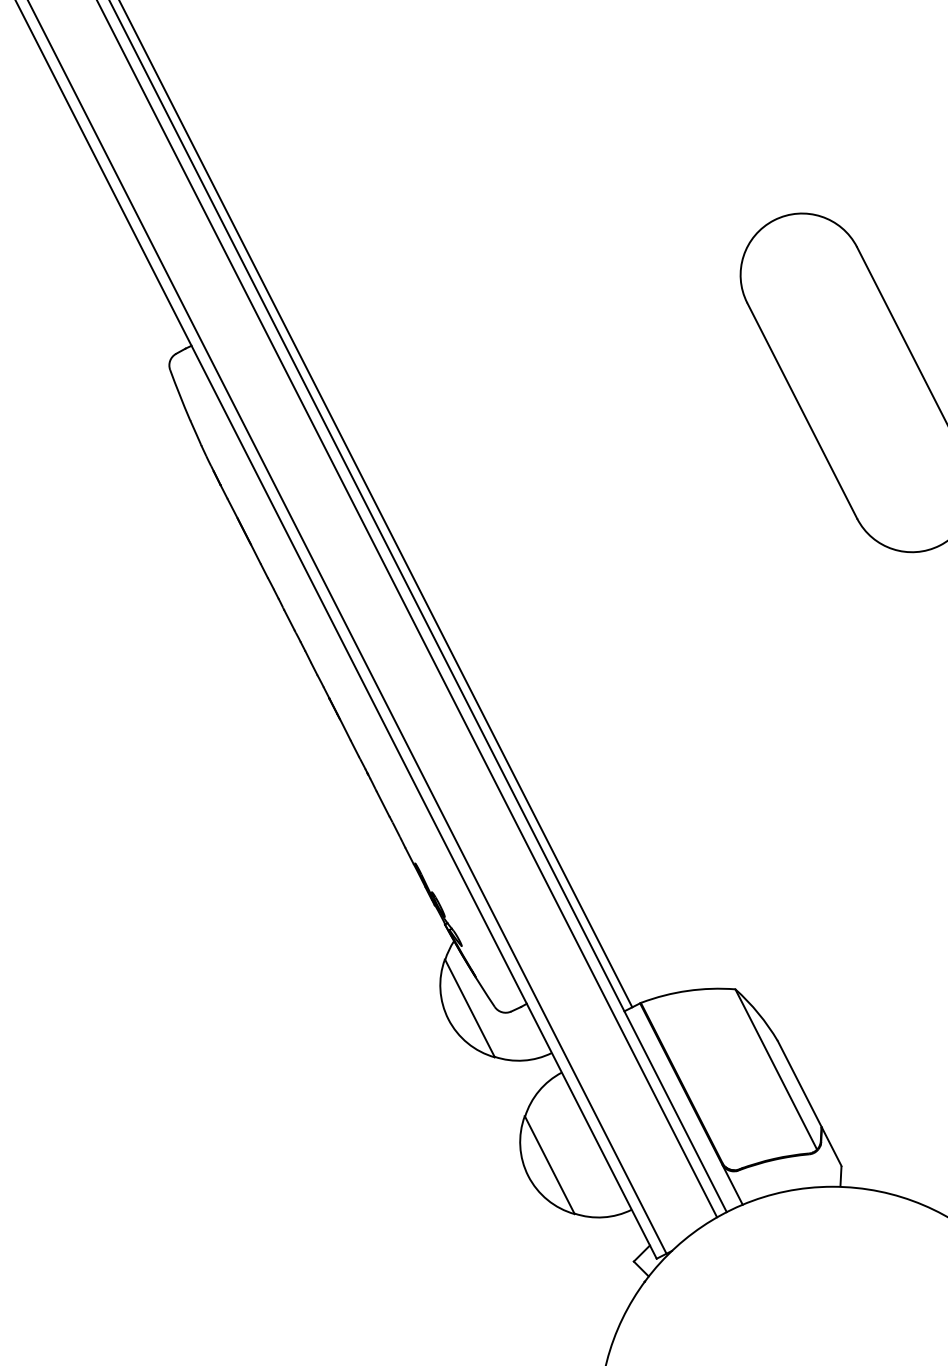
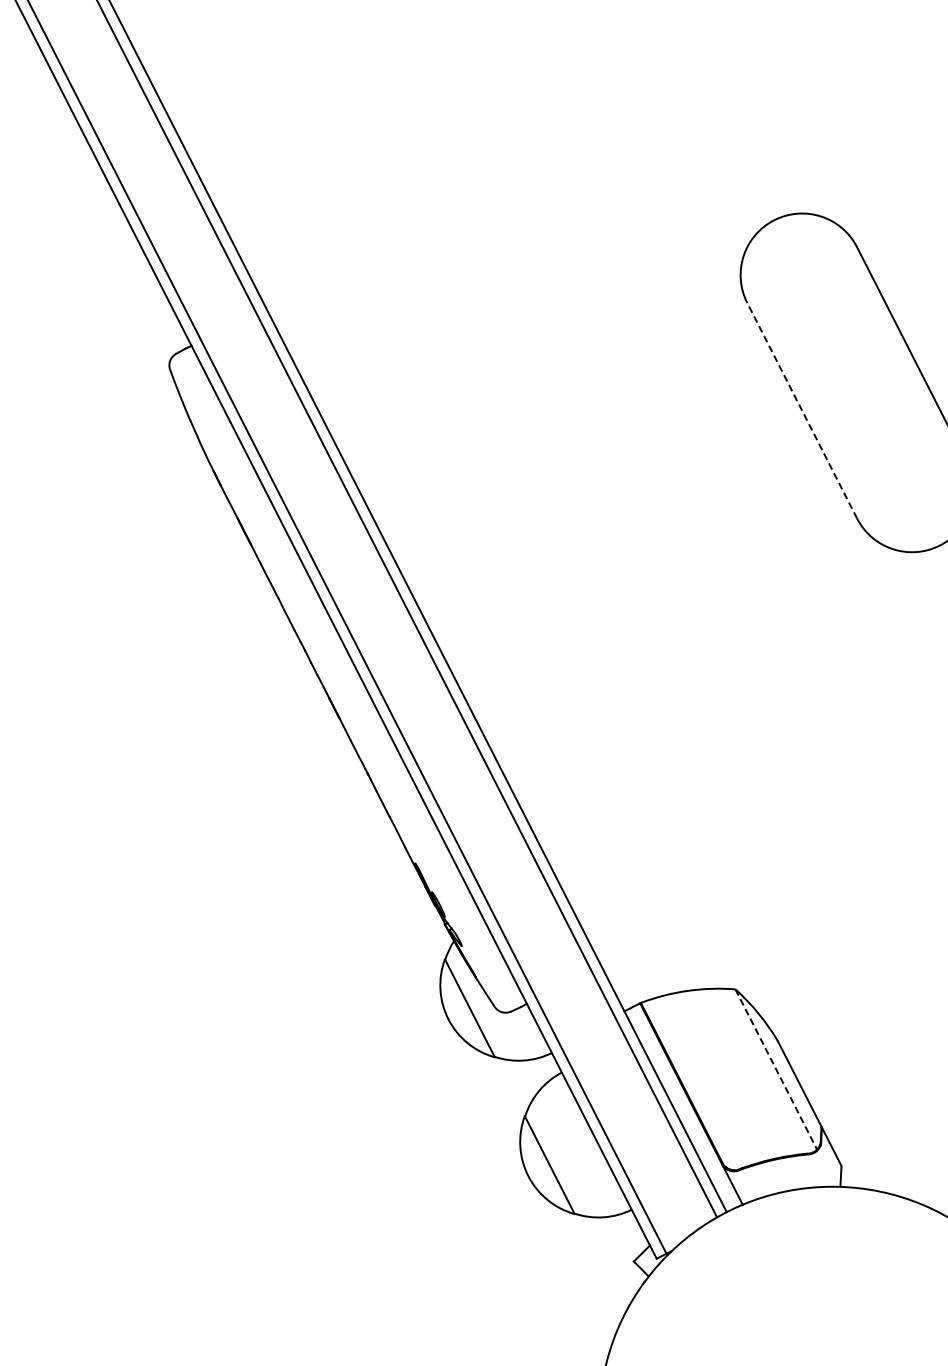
line at (802, 410): solid -> dashed
line at (376, 504): present -> none
line at (776, 1069): solid -> dashed
